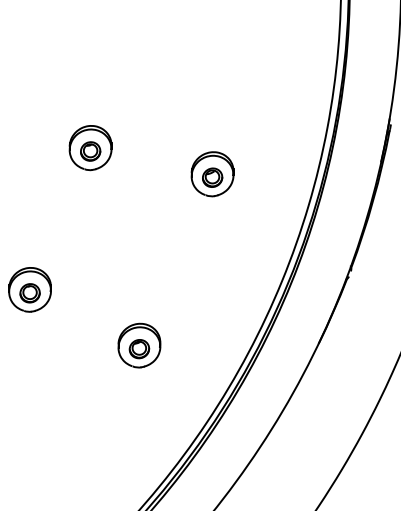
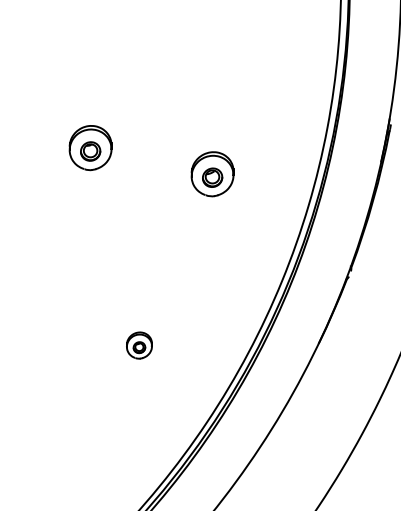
part at (29, 289): present -> none
part at (139, 345) size: 45x47 px -> 27x29 px
